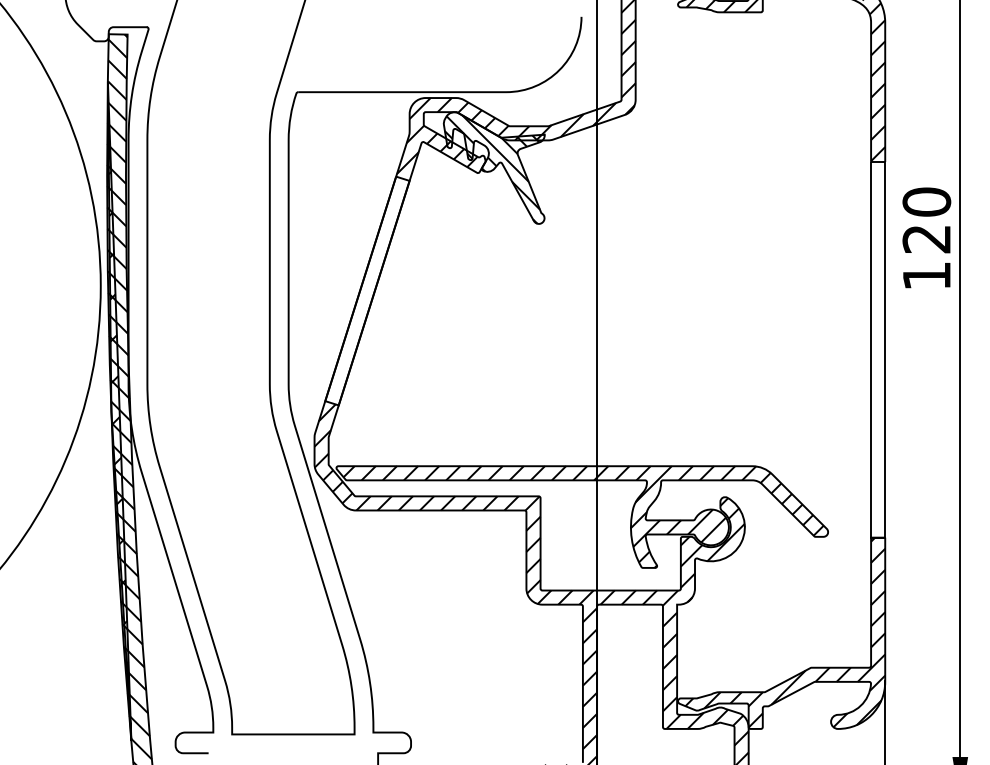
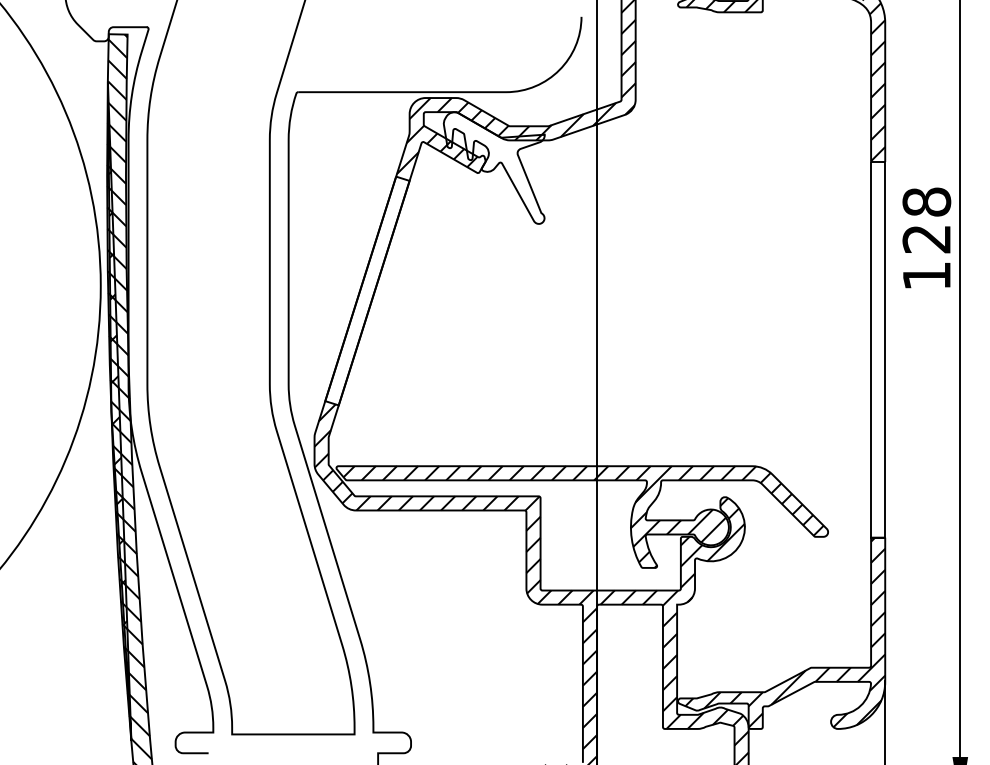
hatch at (491, 169): present -> none
text at (926, 201): 120 -> 128
